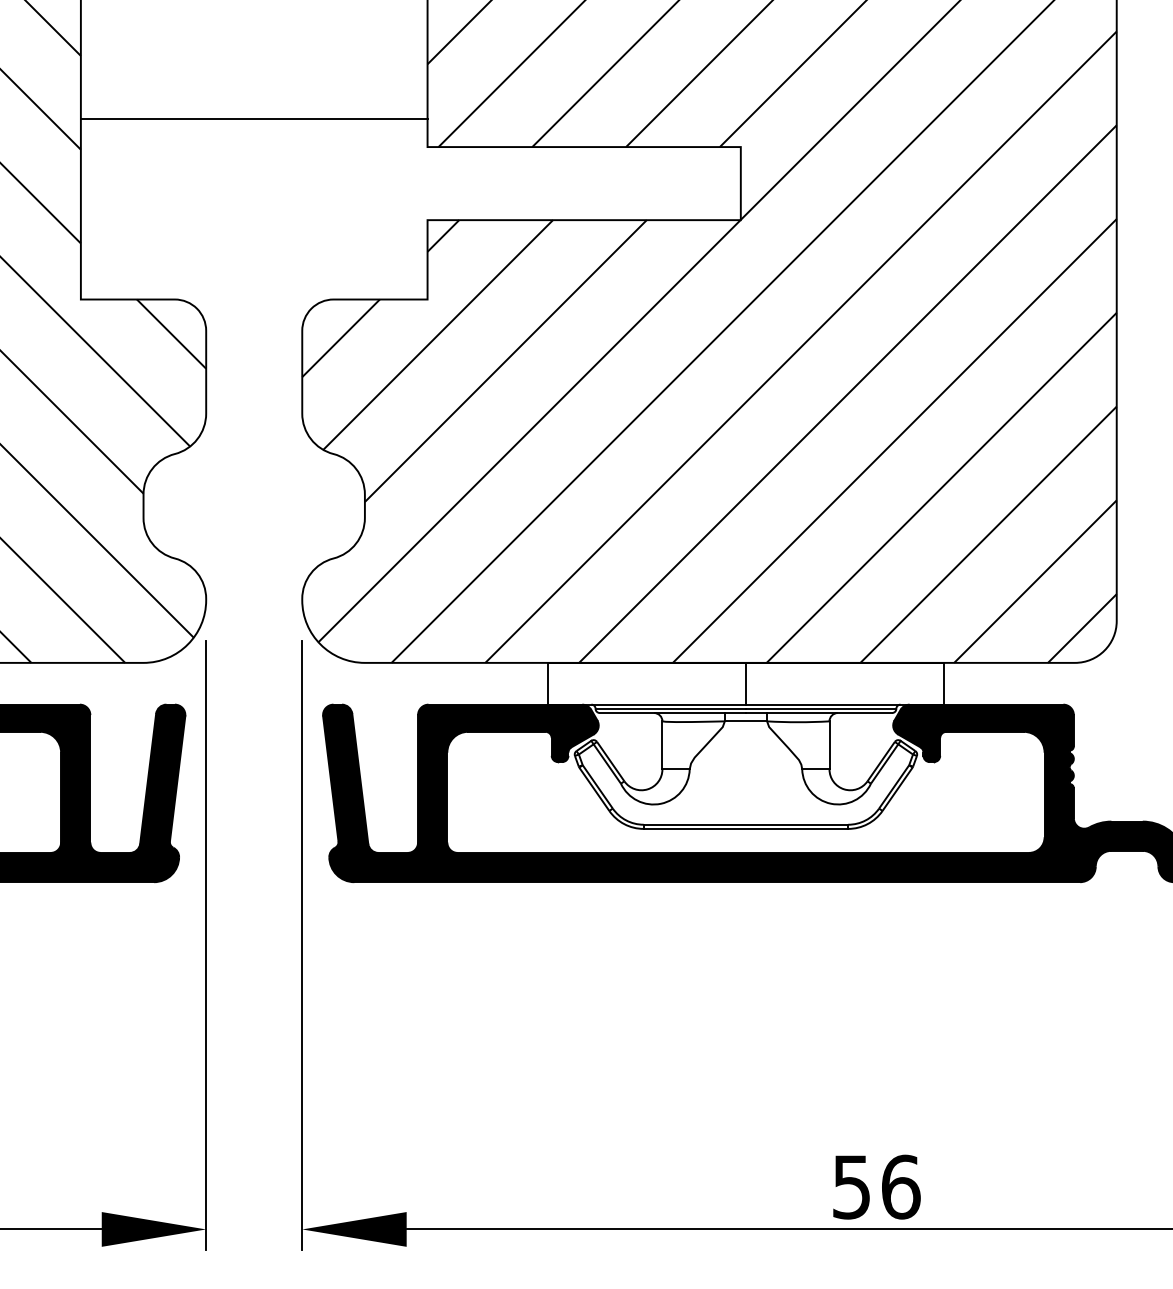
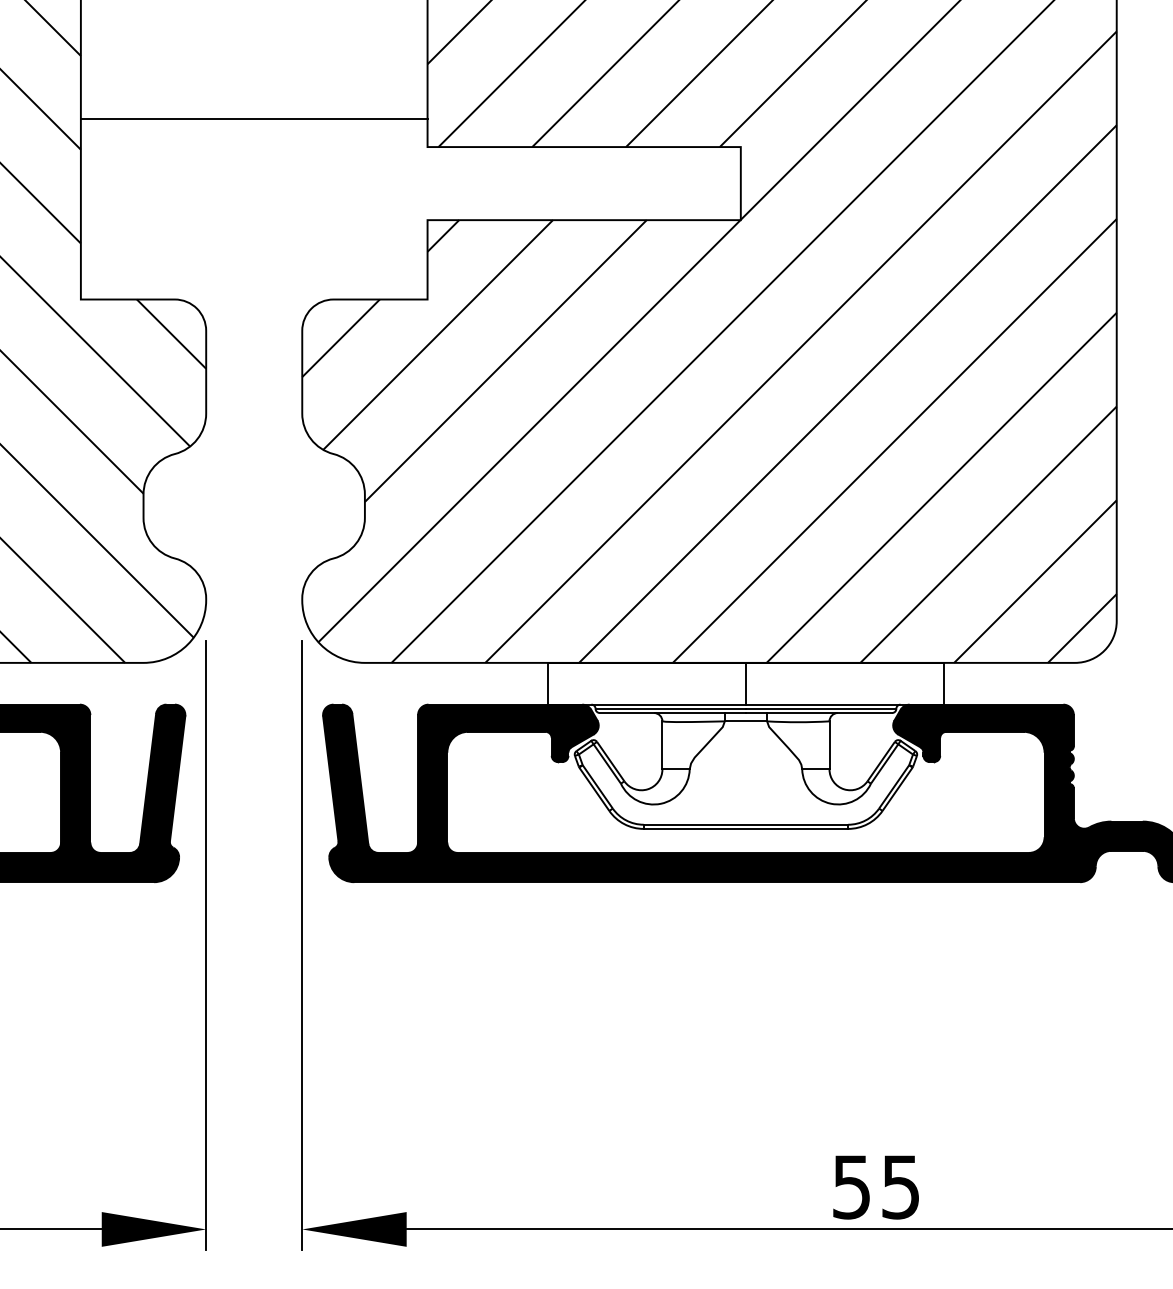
text at (901, 1186): 56 -> 55
